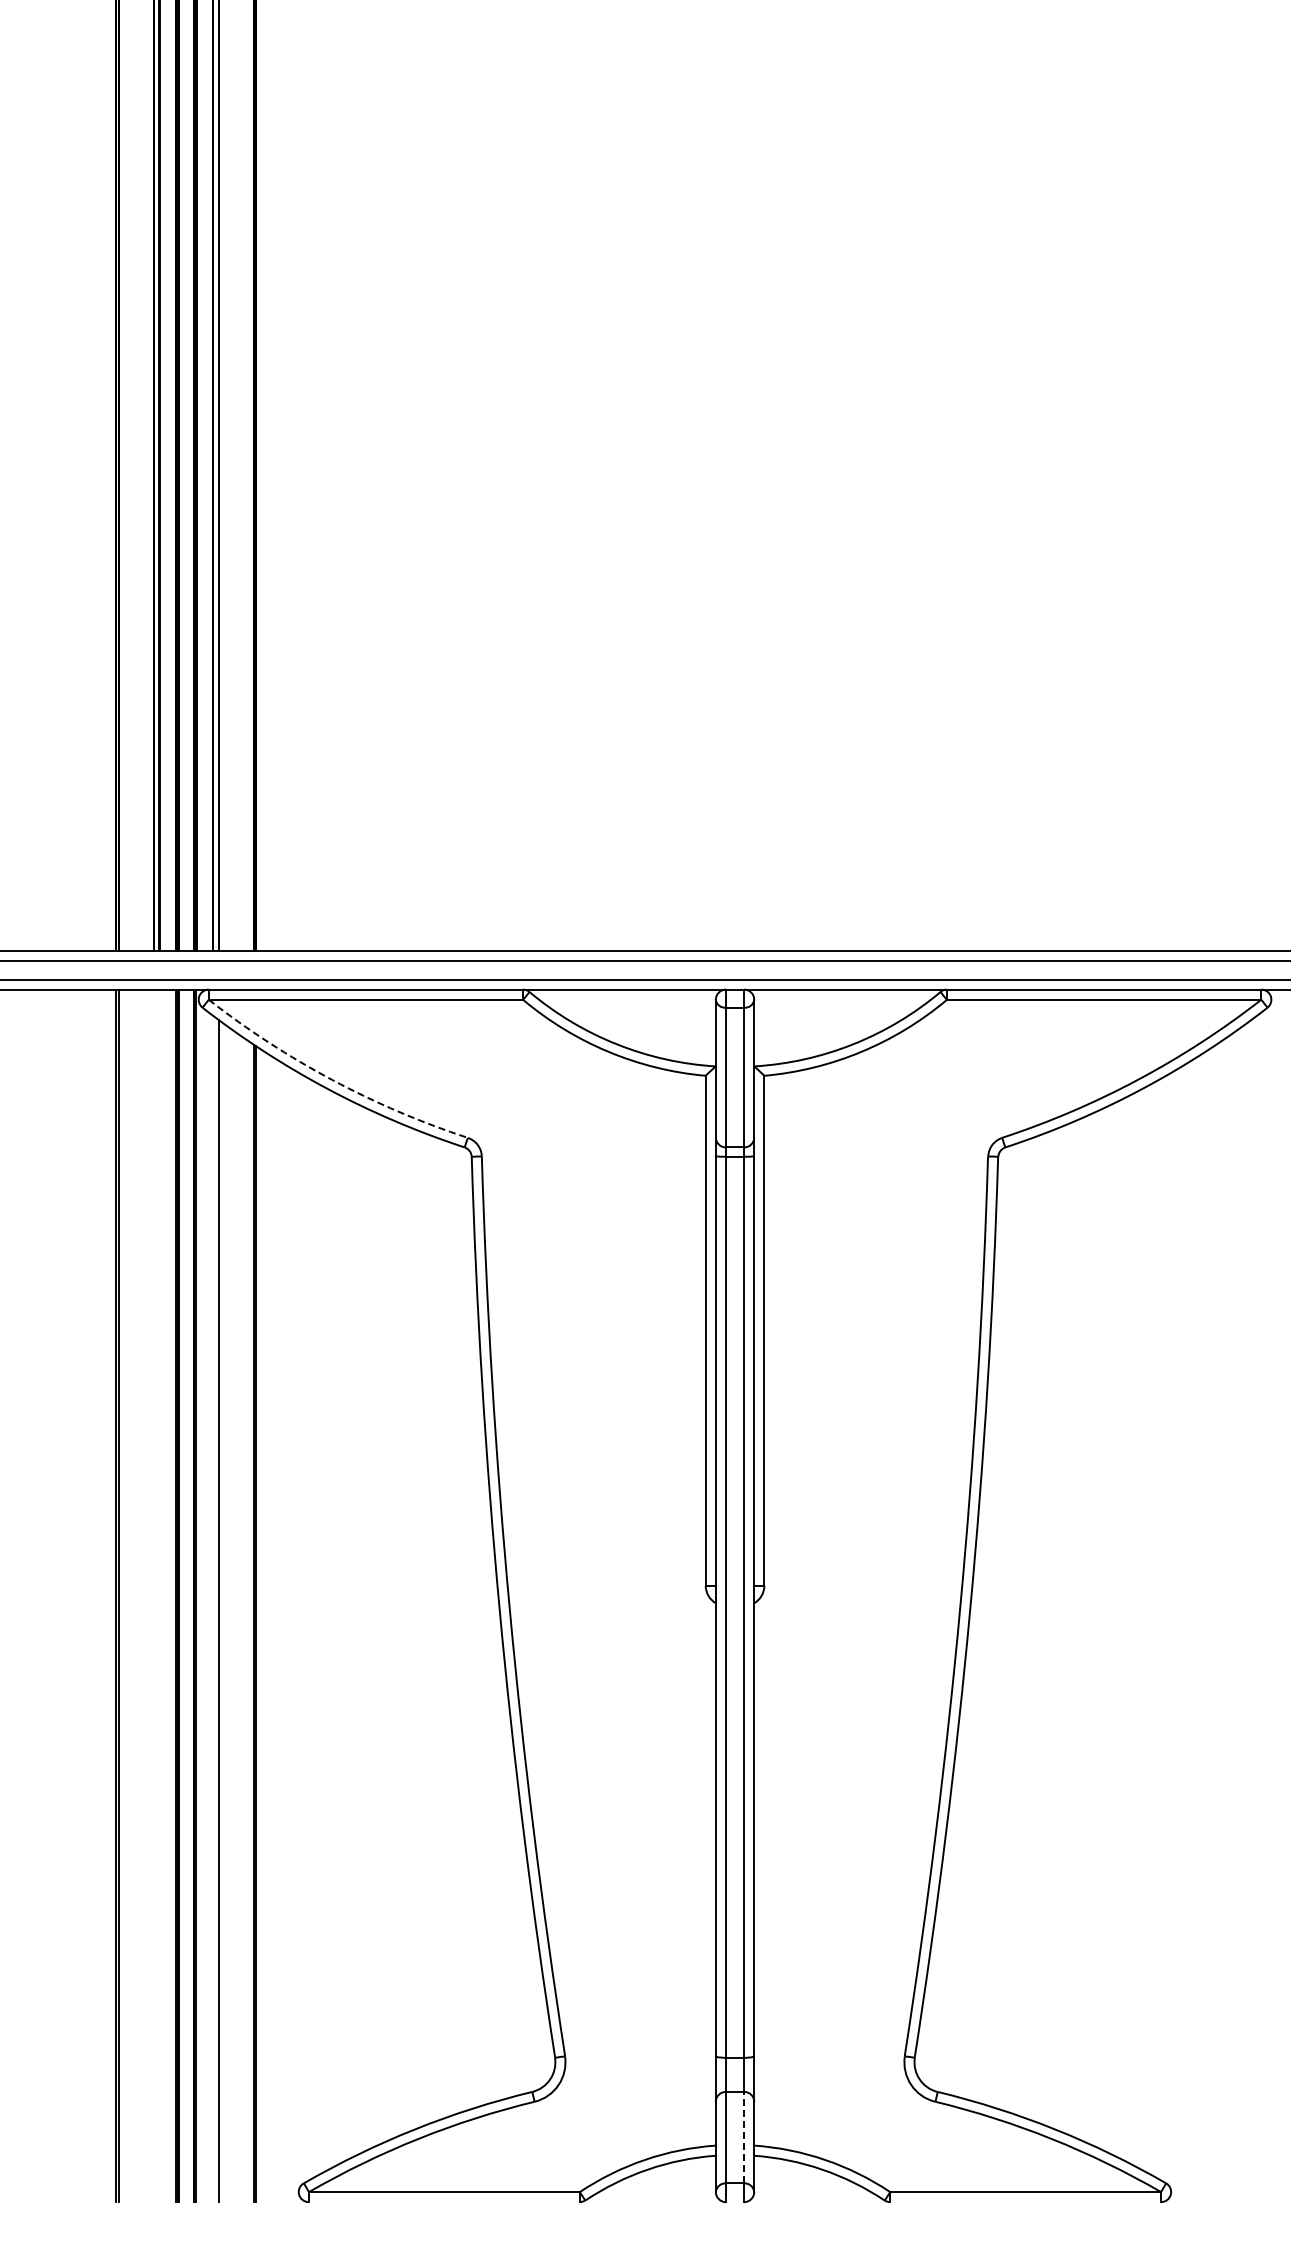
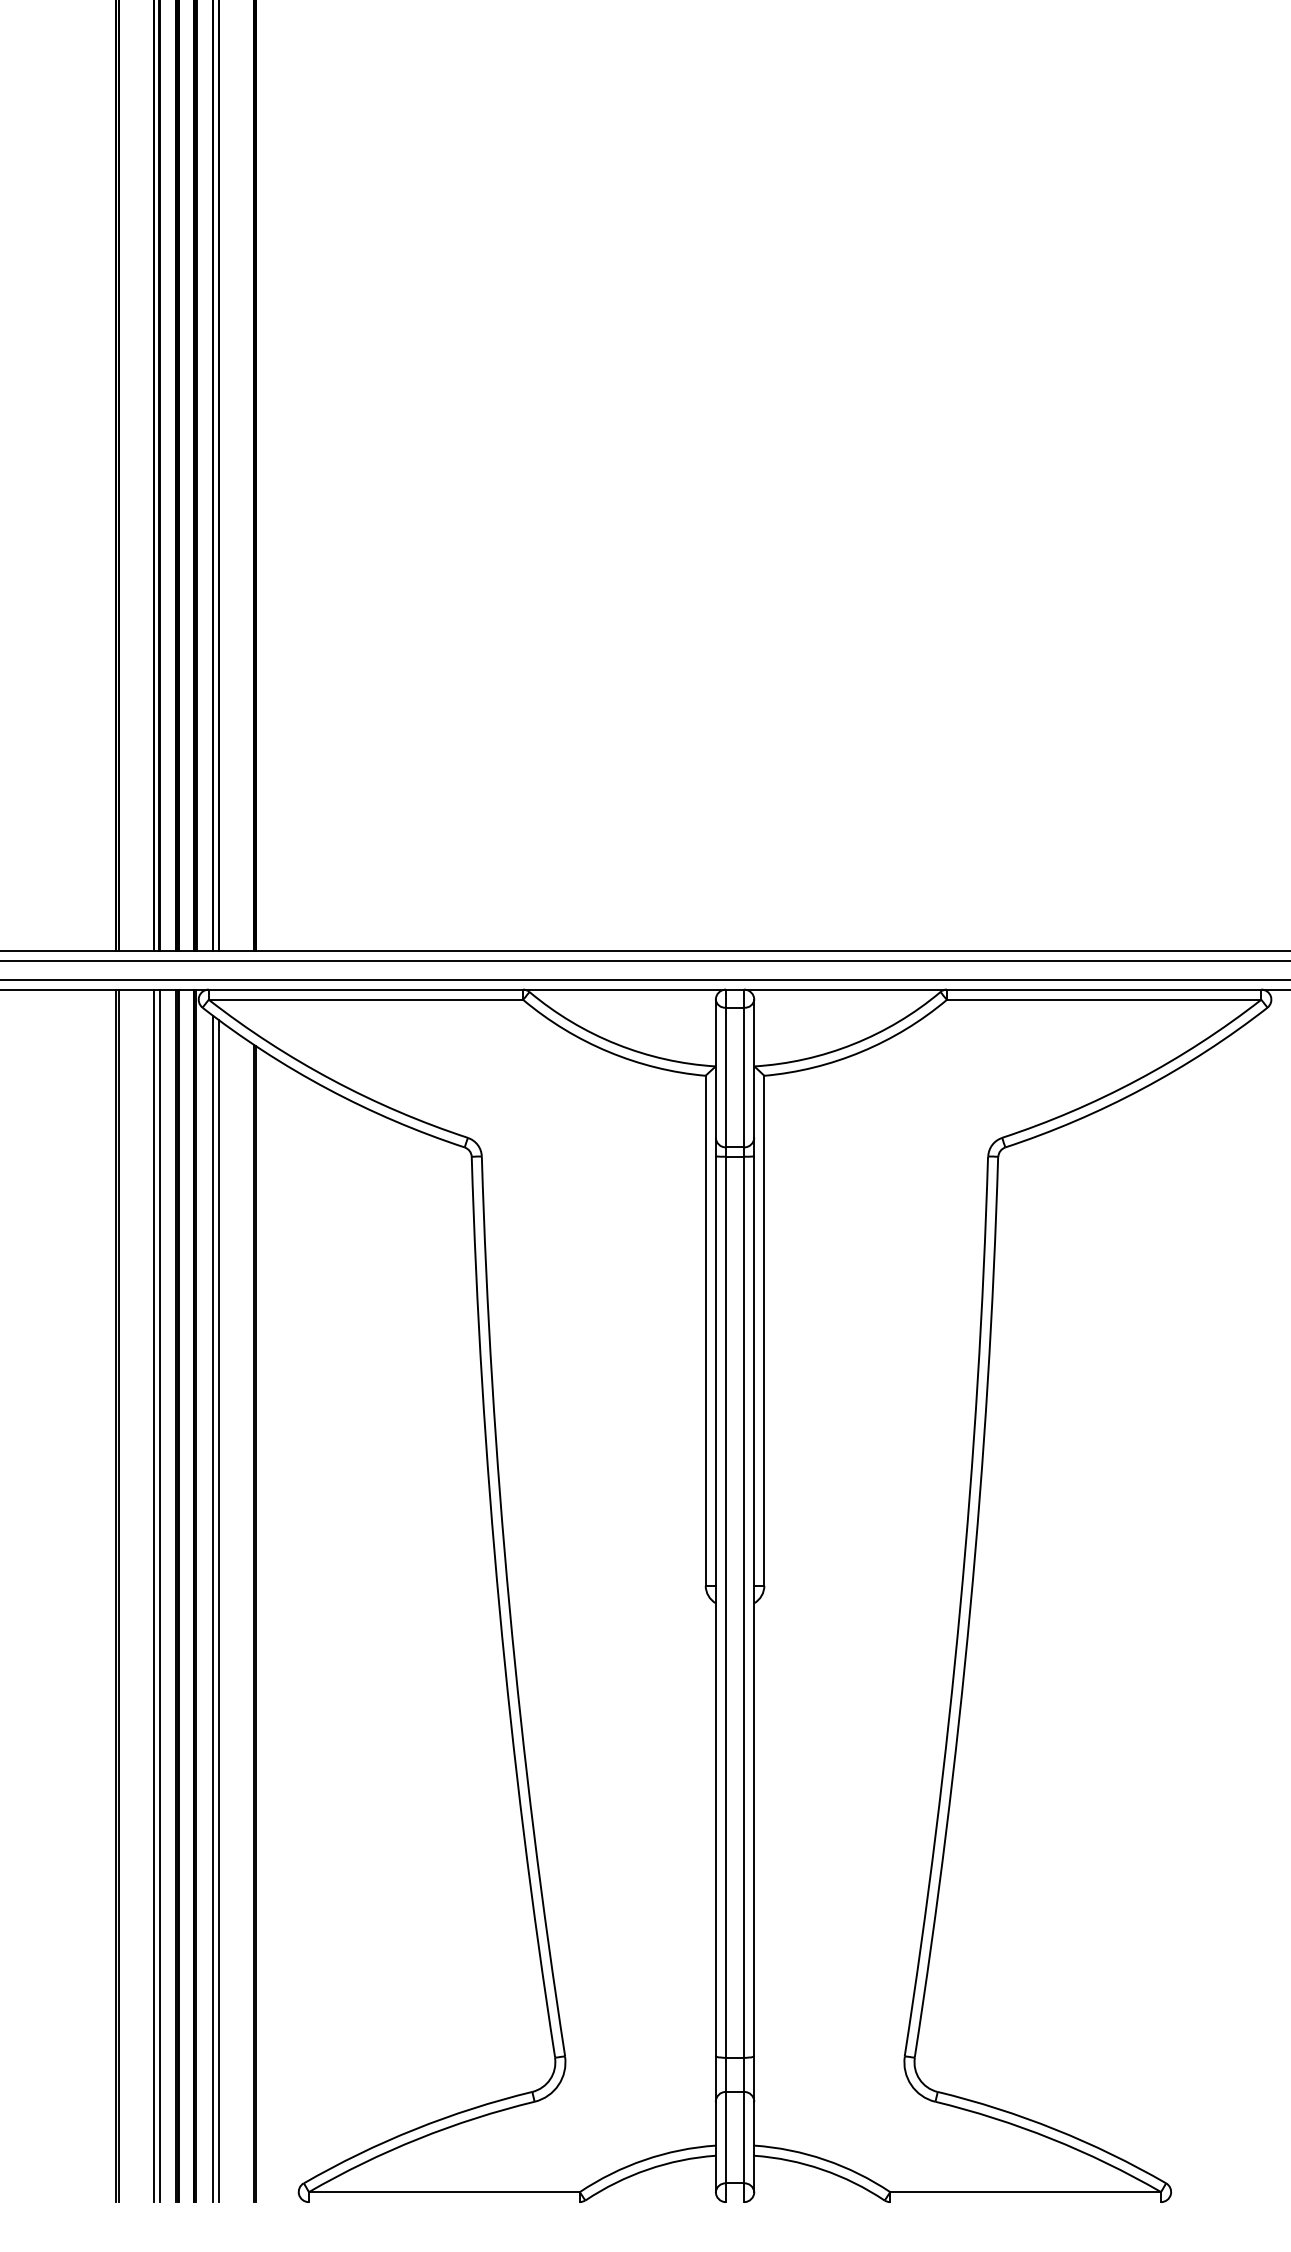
arc at (332, 1080): dashed -> solid
line at (153, 1595): none -> present
line at (159, 1595): none -> present
line at (213, 1609): none -> present
line at (744, 2137): dashed -> solid
